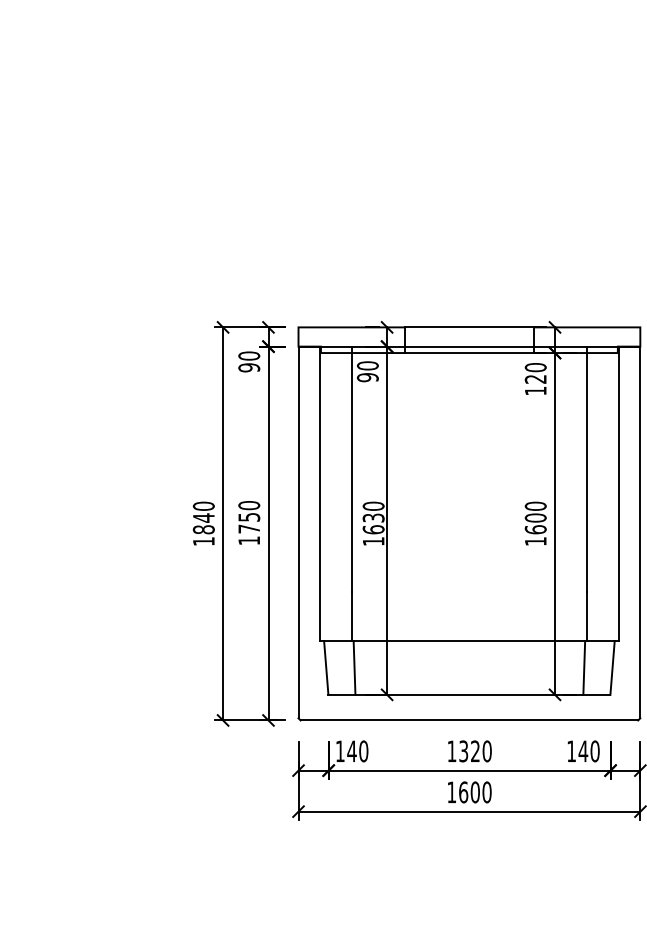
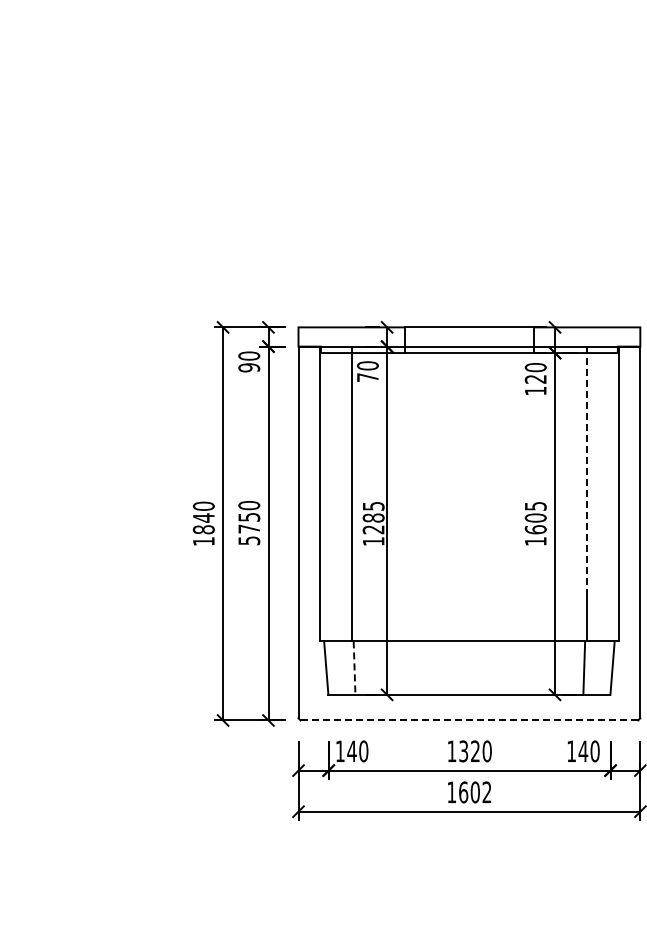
text at (367, 377): 90 -> 70
line at (586, 469): solid -> dashed
text at (535, 505): 1600 -> 1605
text at (373, 517): 1630 -> 1285
text at (249, 540): 1750 -> 5750
line at (354, 668): solid -> dashed
line at (469, 720): solid -> dashed
text at (486, 792): 1600 -> 1602
